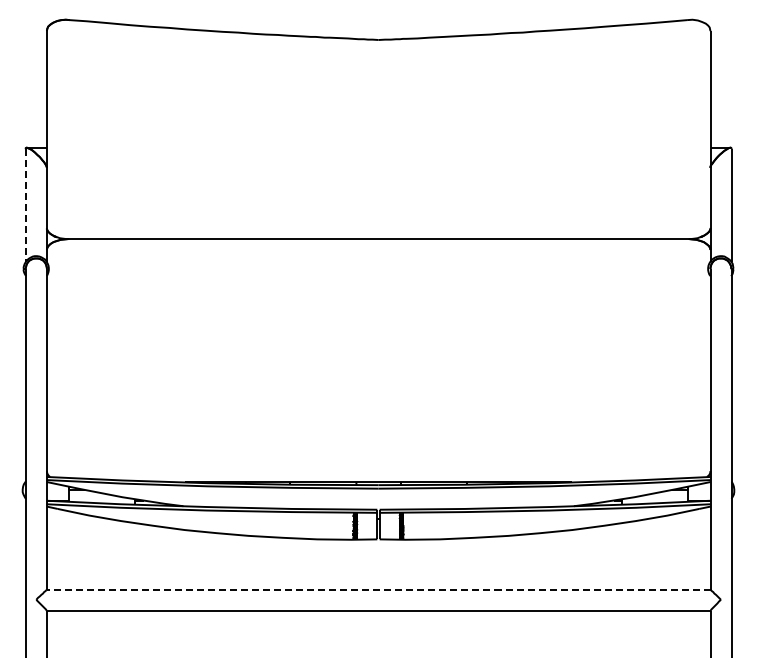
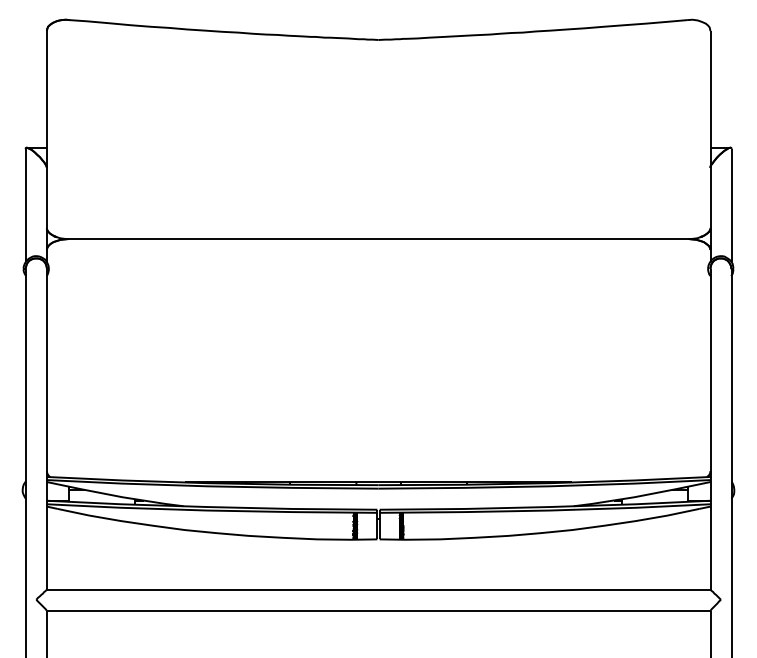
line at (25, 205): dashed -> solid
line at (378, 590): dashed -> solid
